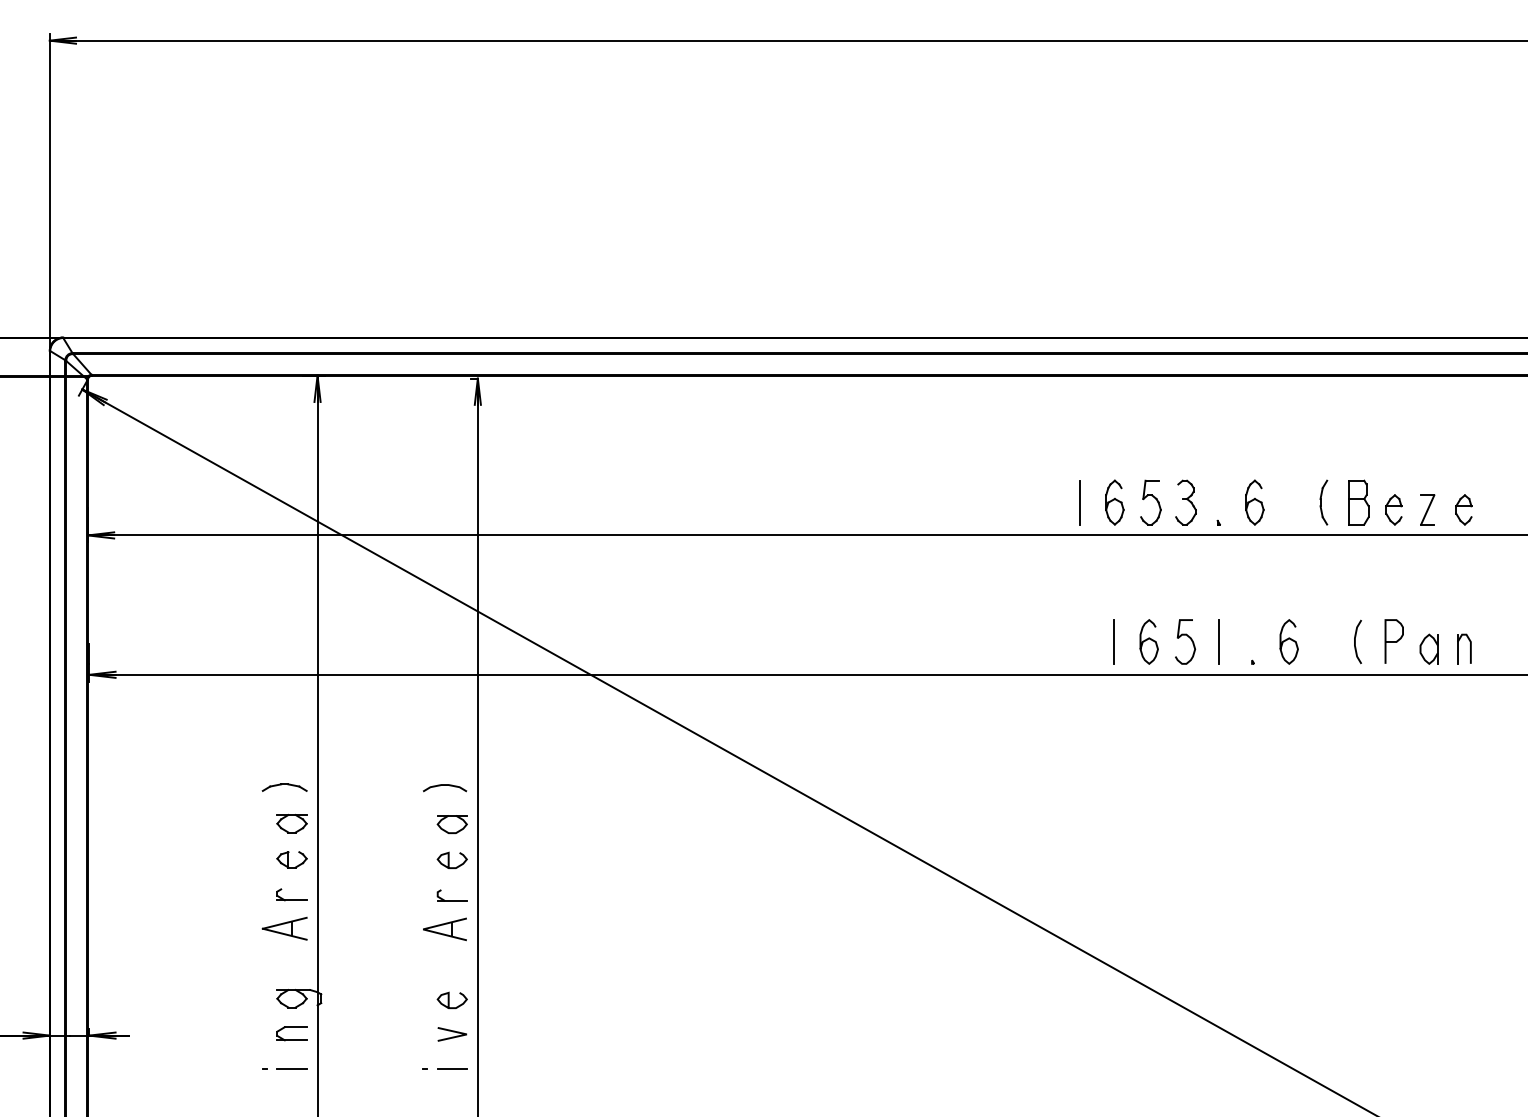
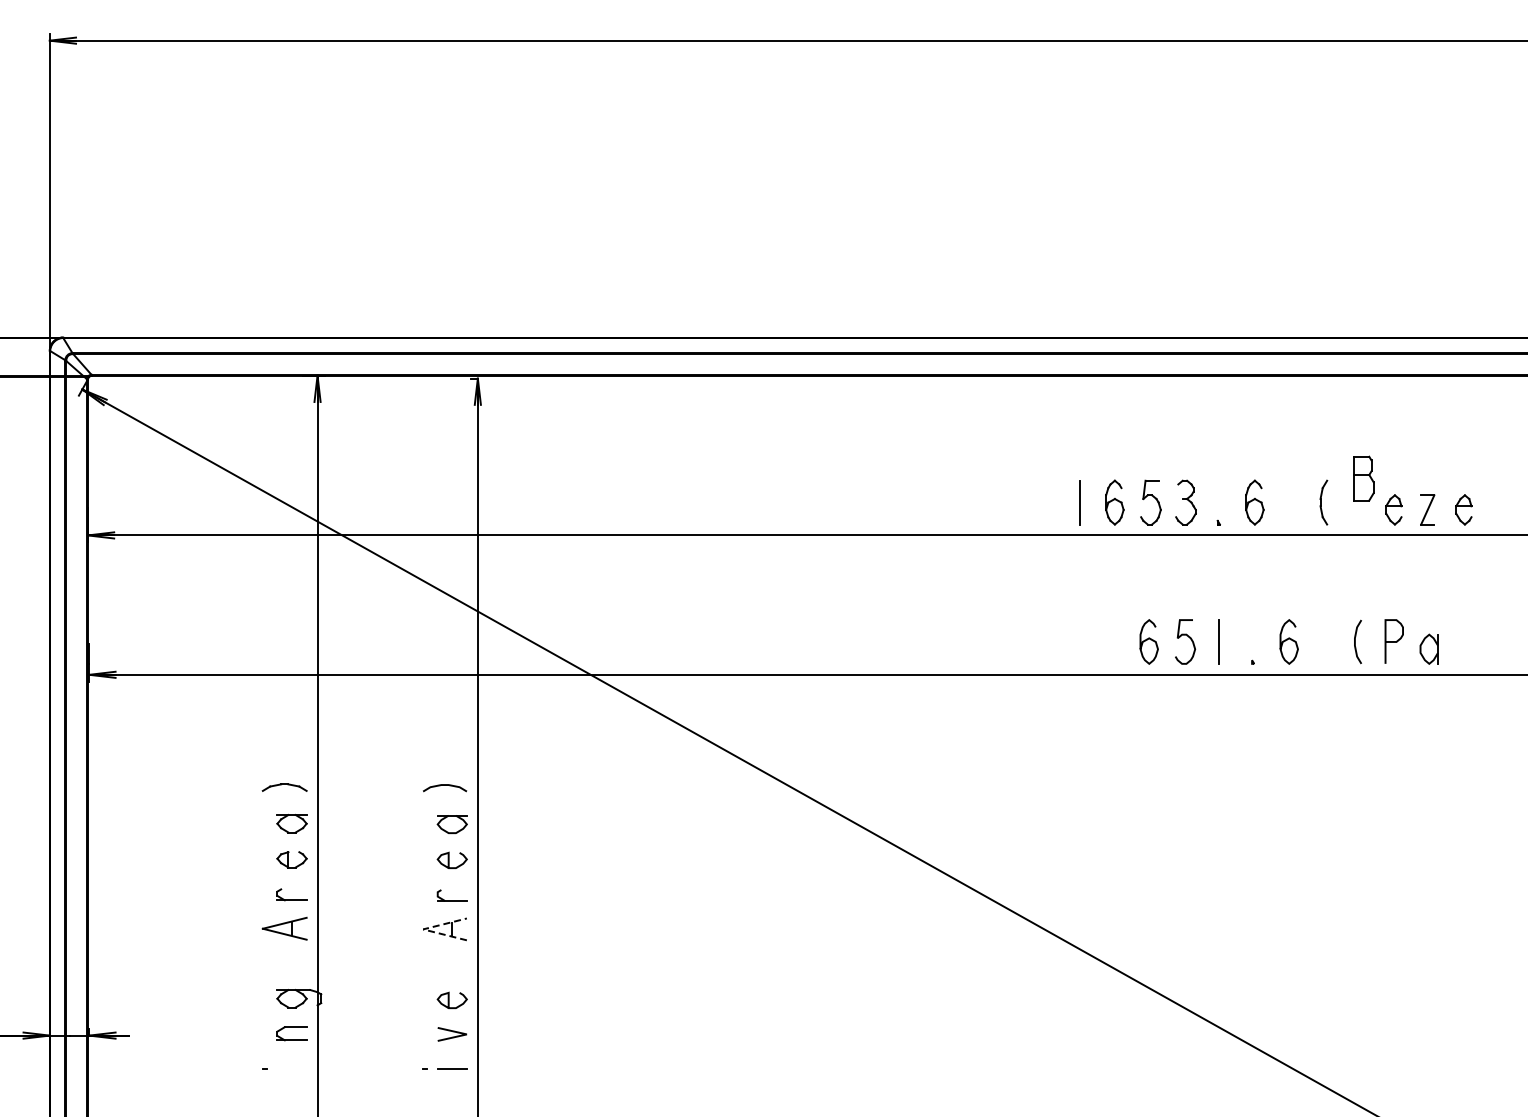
part at (1358, 502) position: (1358, 502) -> (1363, 478)
line at (1114, 641): present -> none
part at (1464, 648): present -> none
line at (423, 929): solid -> dashed
line at (291, 1068): present -> none
